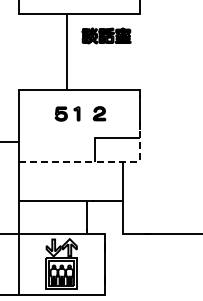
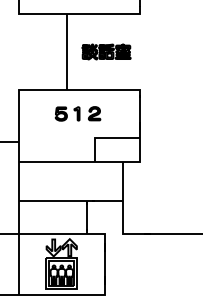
part at (106, 35) position: (106, 35) -> (106, 51)
part at (99, 113) position: (99, 113) -> (94, 113)
line at (99, 161): dashed -> solid
